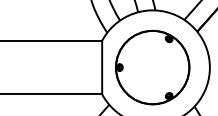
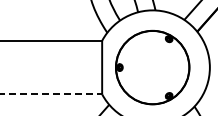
line at (51, 93): solid -> dashed
